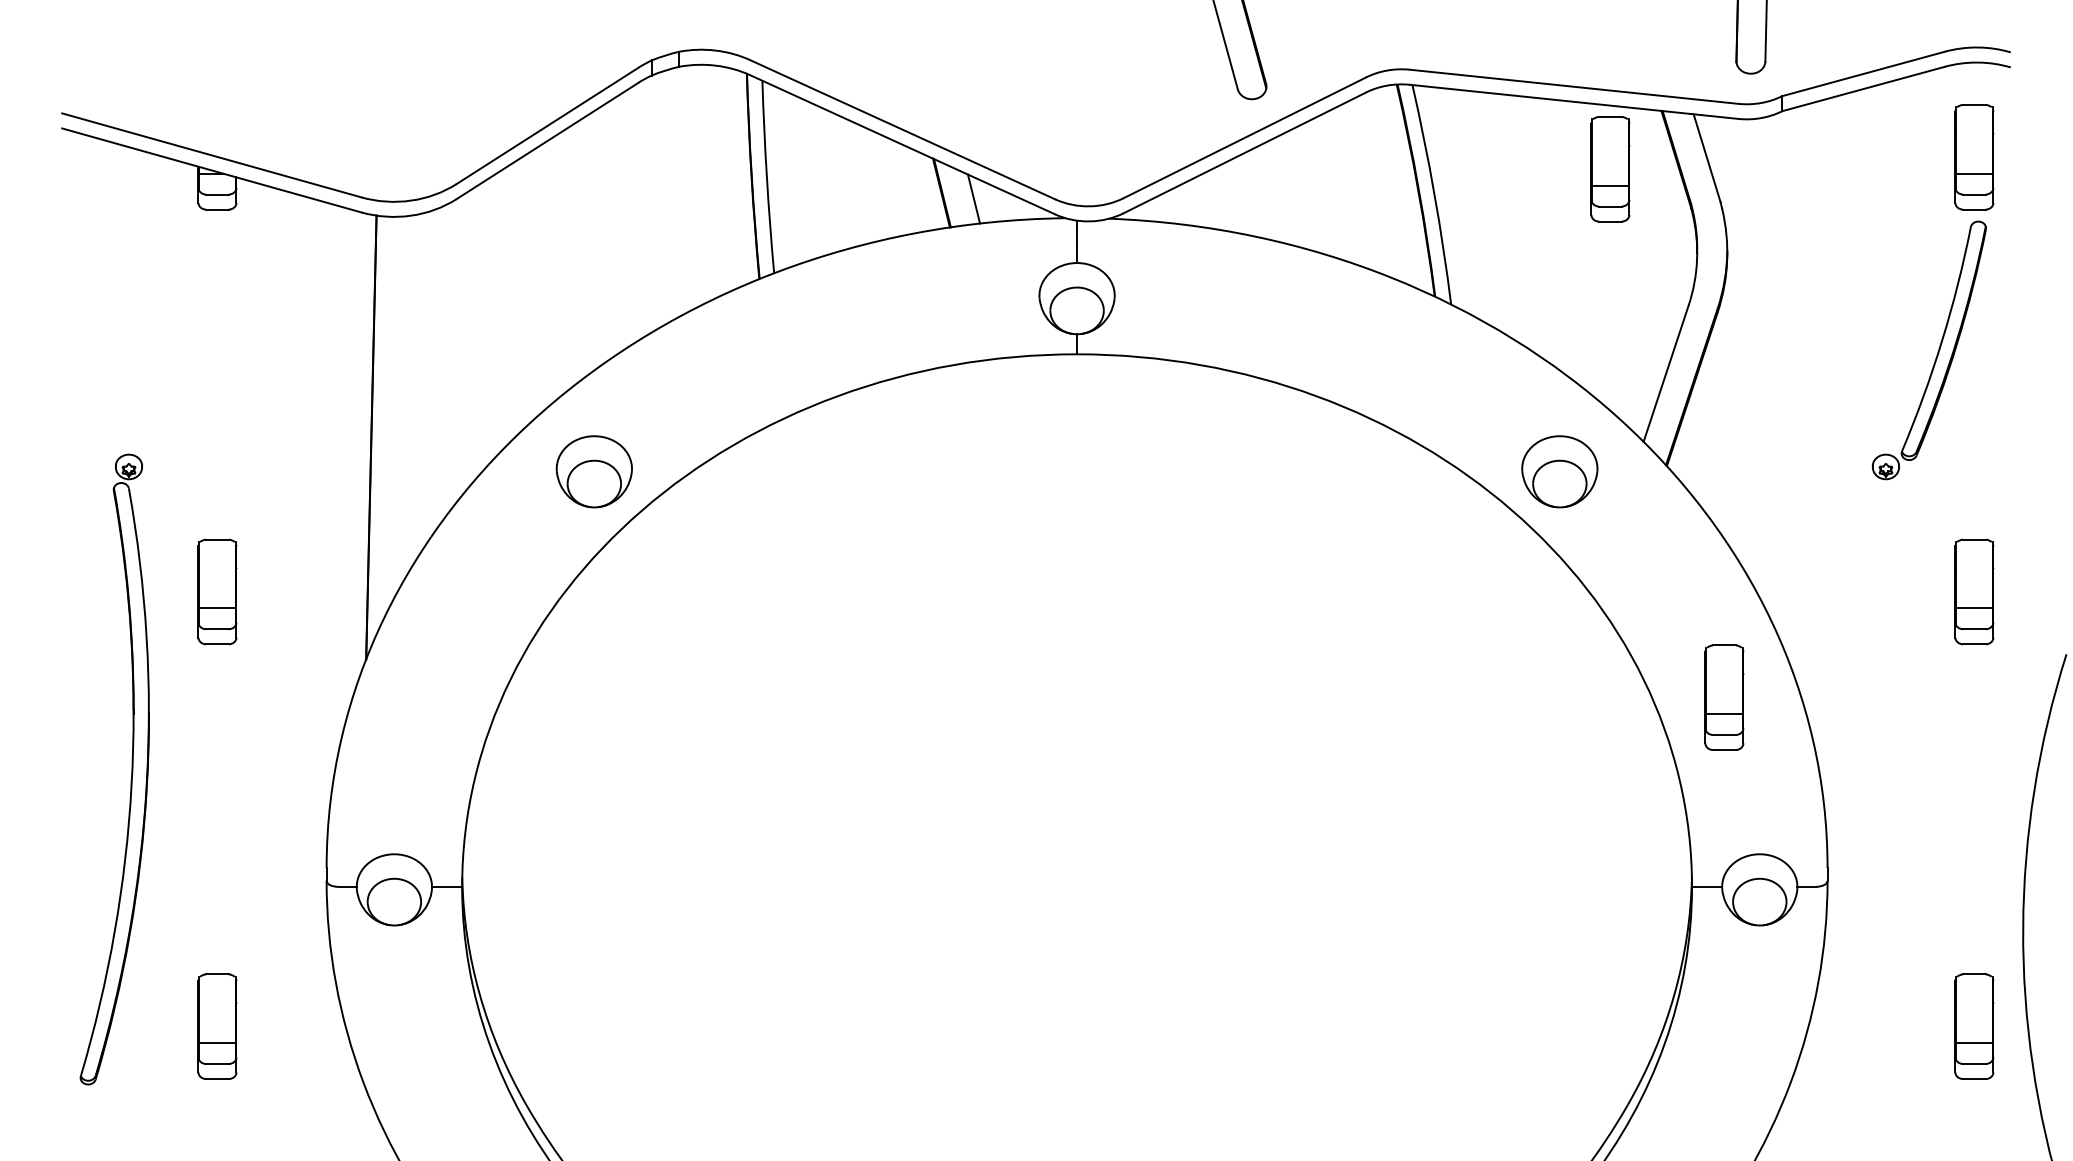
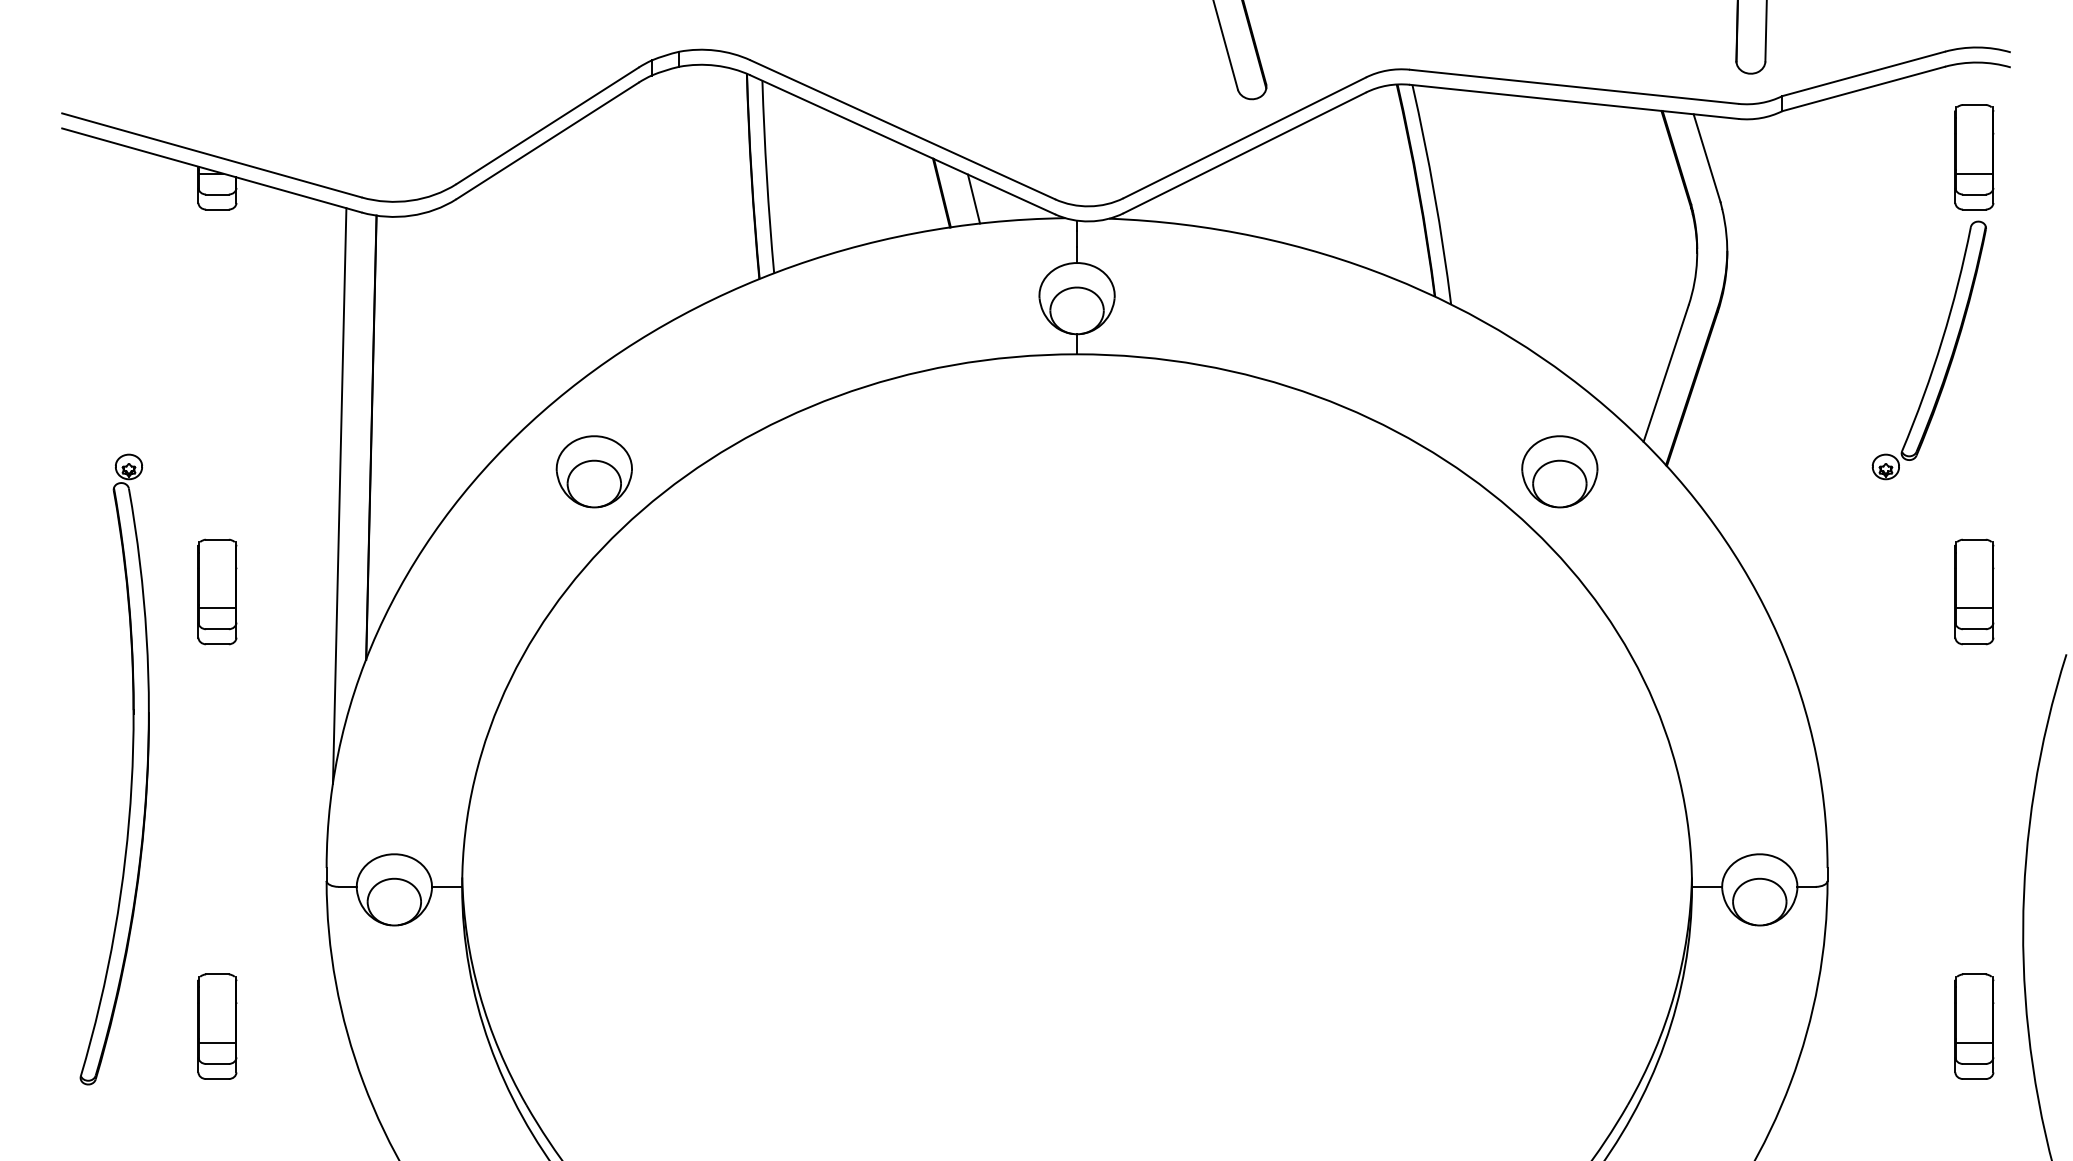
part at (1610, 169): present -> none
line at (339, 495): none -> present
part at (1724, 697): present -> none
